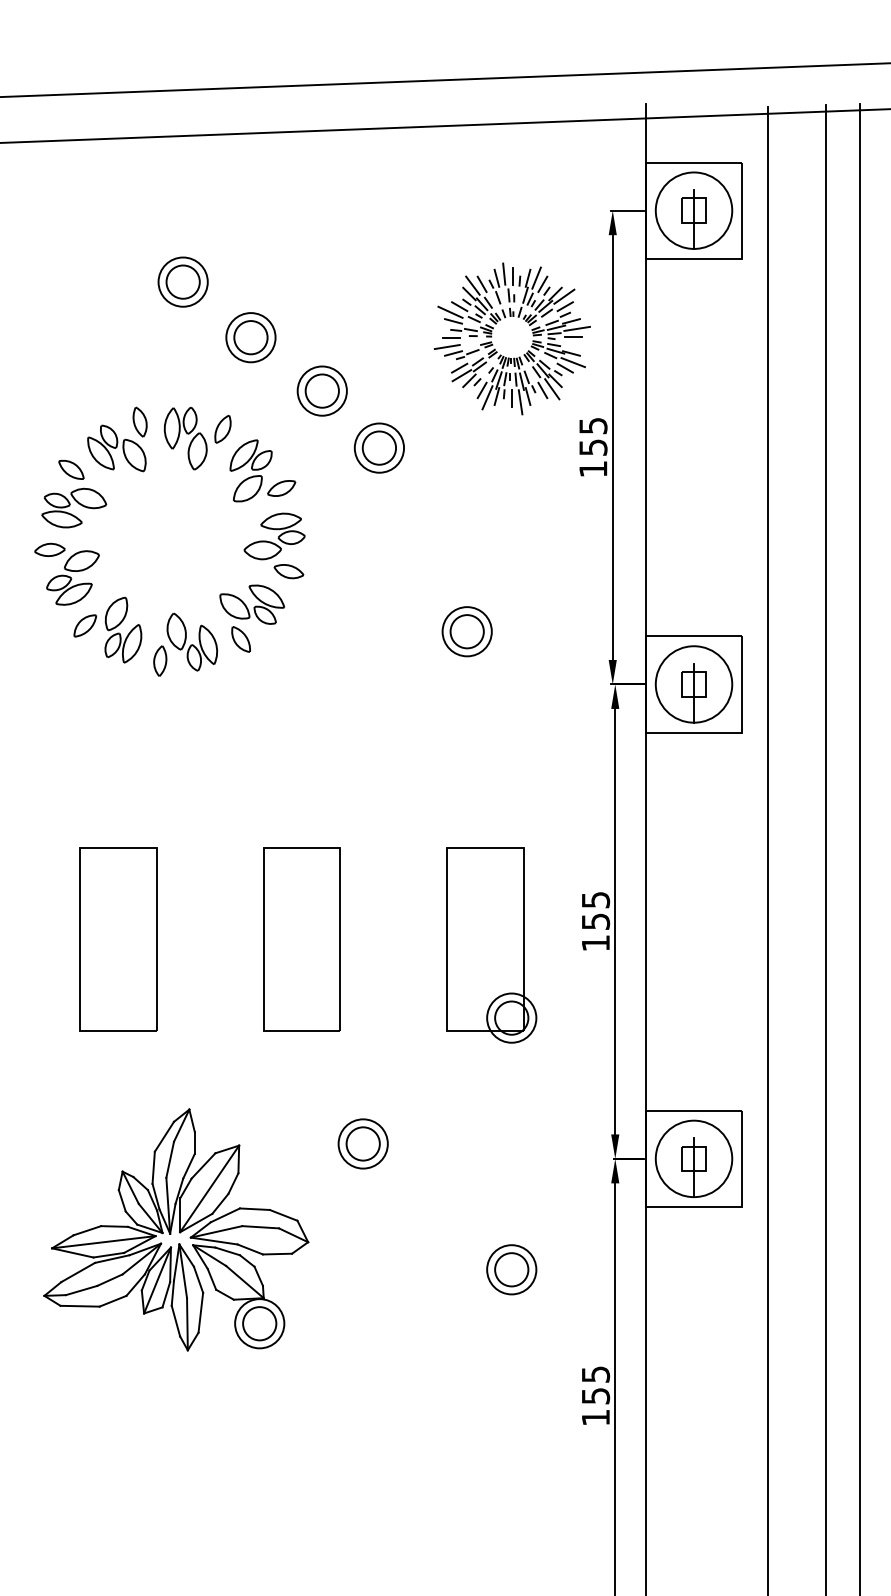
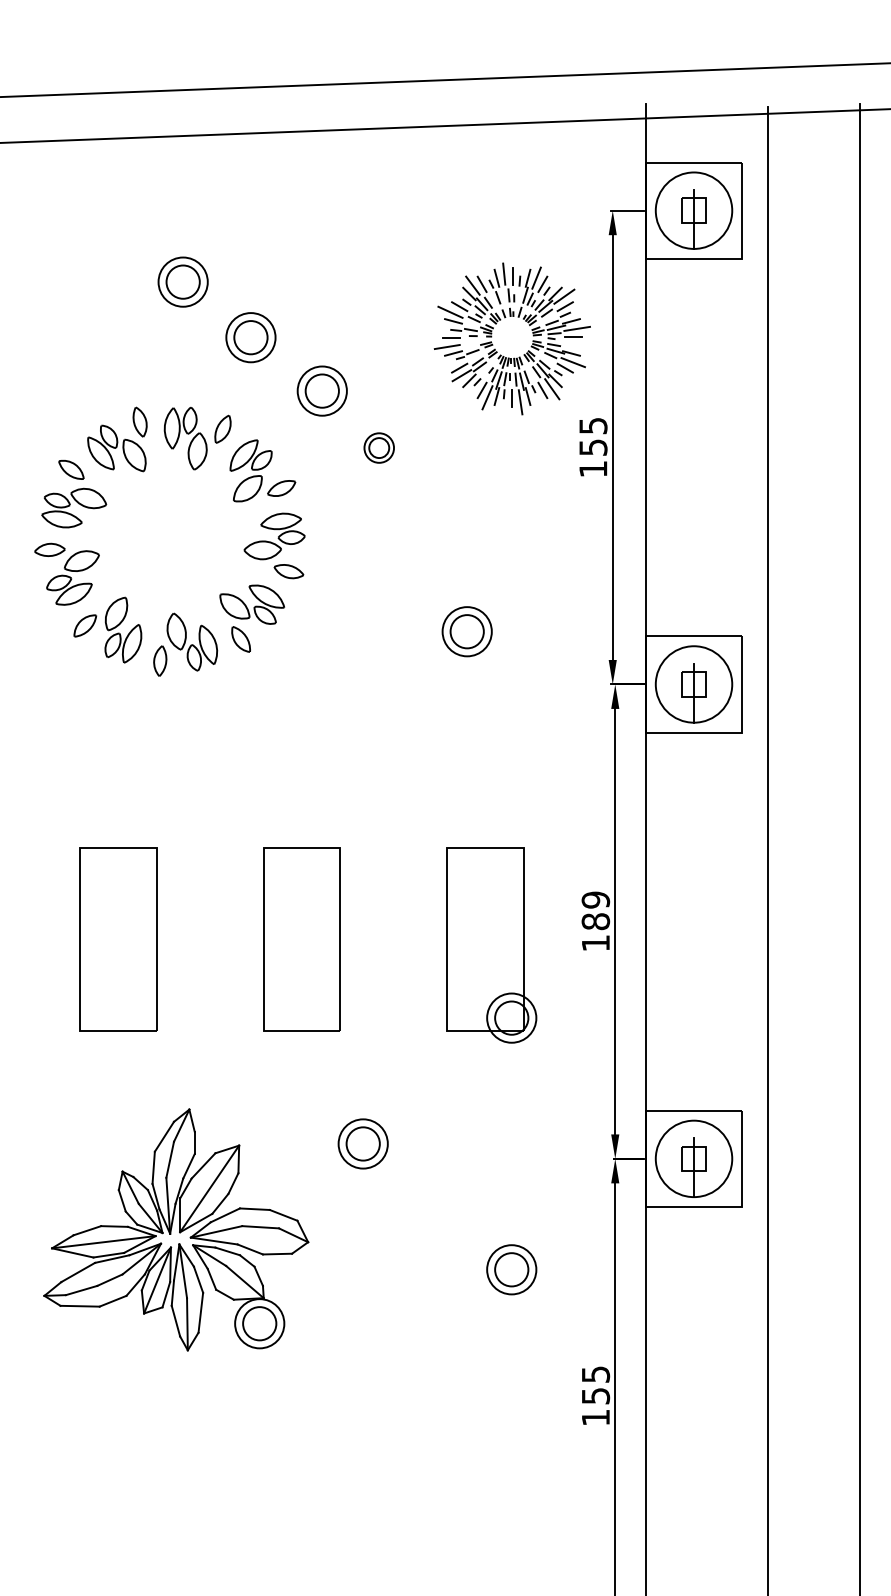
part at (378, 447) size: 52x52 px -> 32x32 px
line at (826, 848): present -> none
text at (595, 910): 155 -> 189
